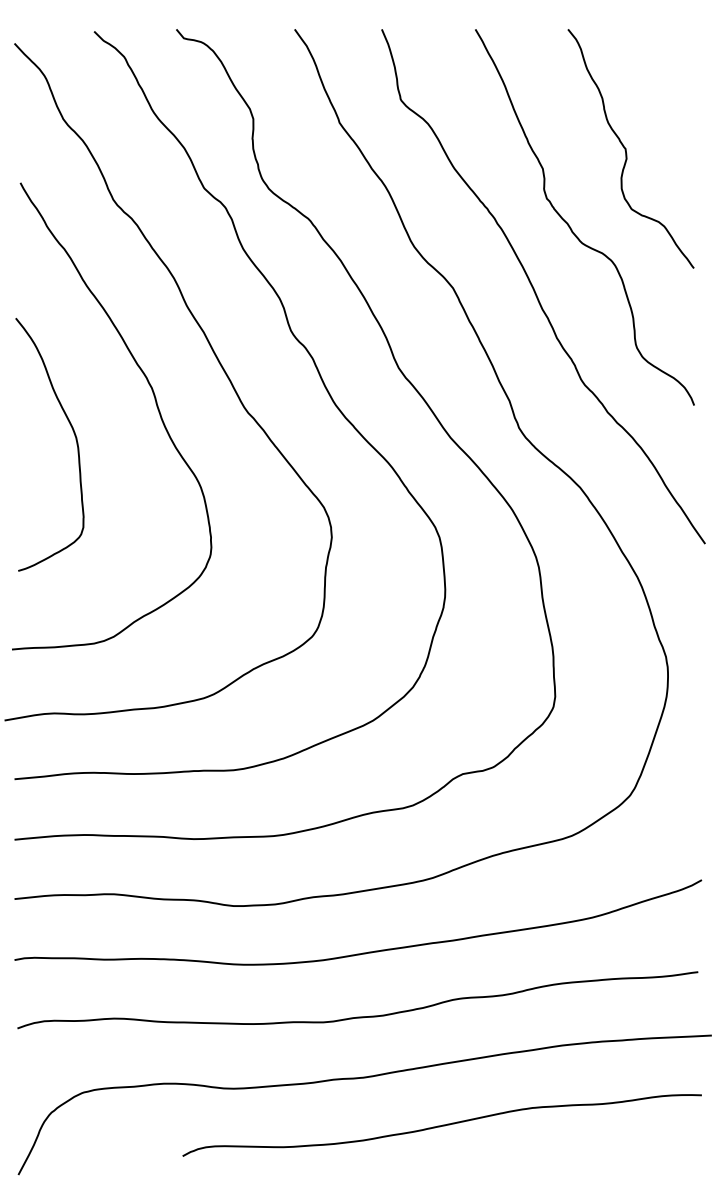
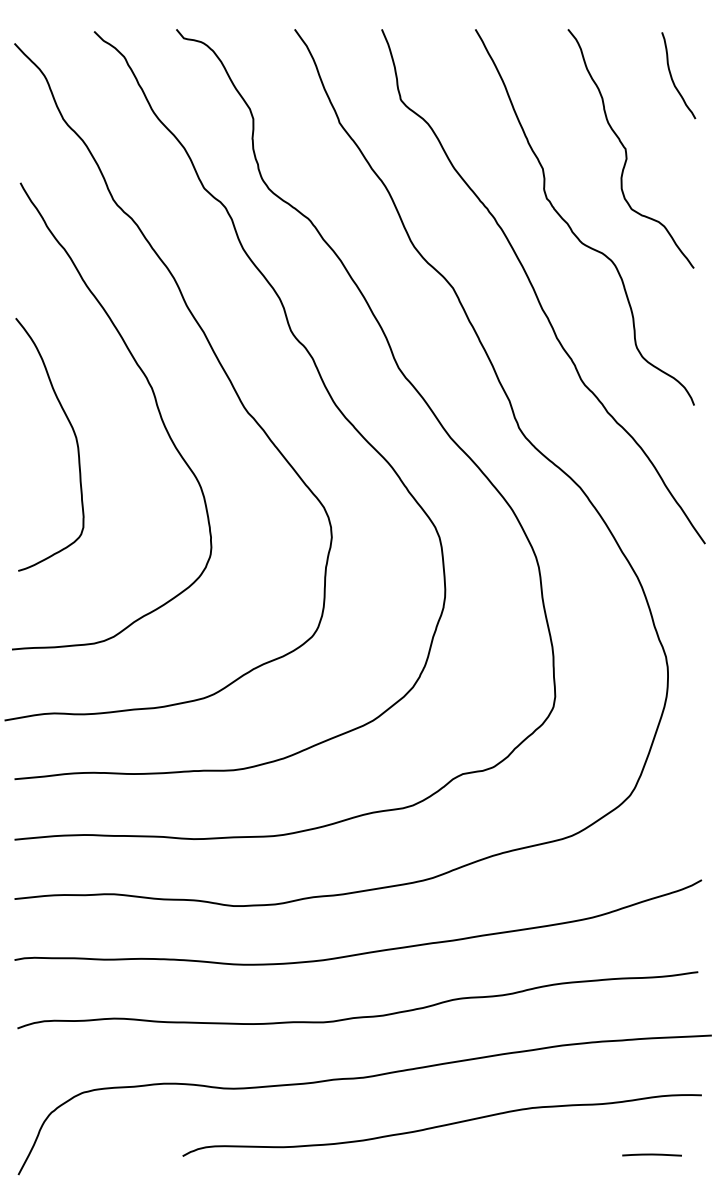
curve at (672, 76): none -> present
line at (651, 1154): none -> present
